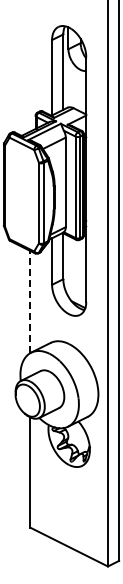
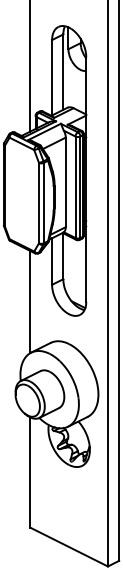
line at (30, 66): none -> present
line at (30, 301): dashed -> solid
